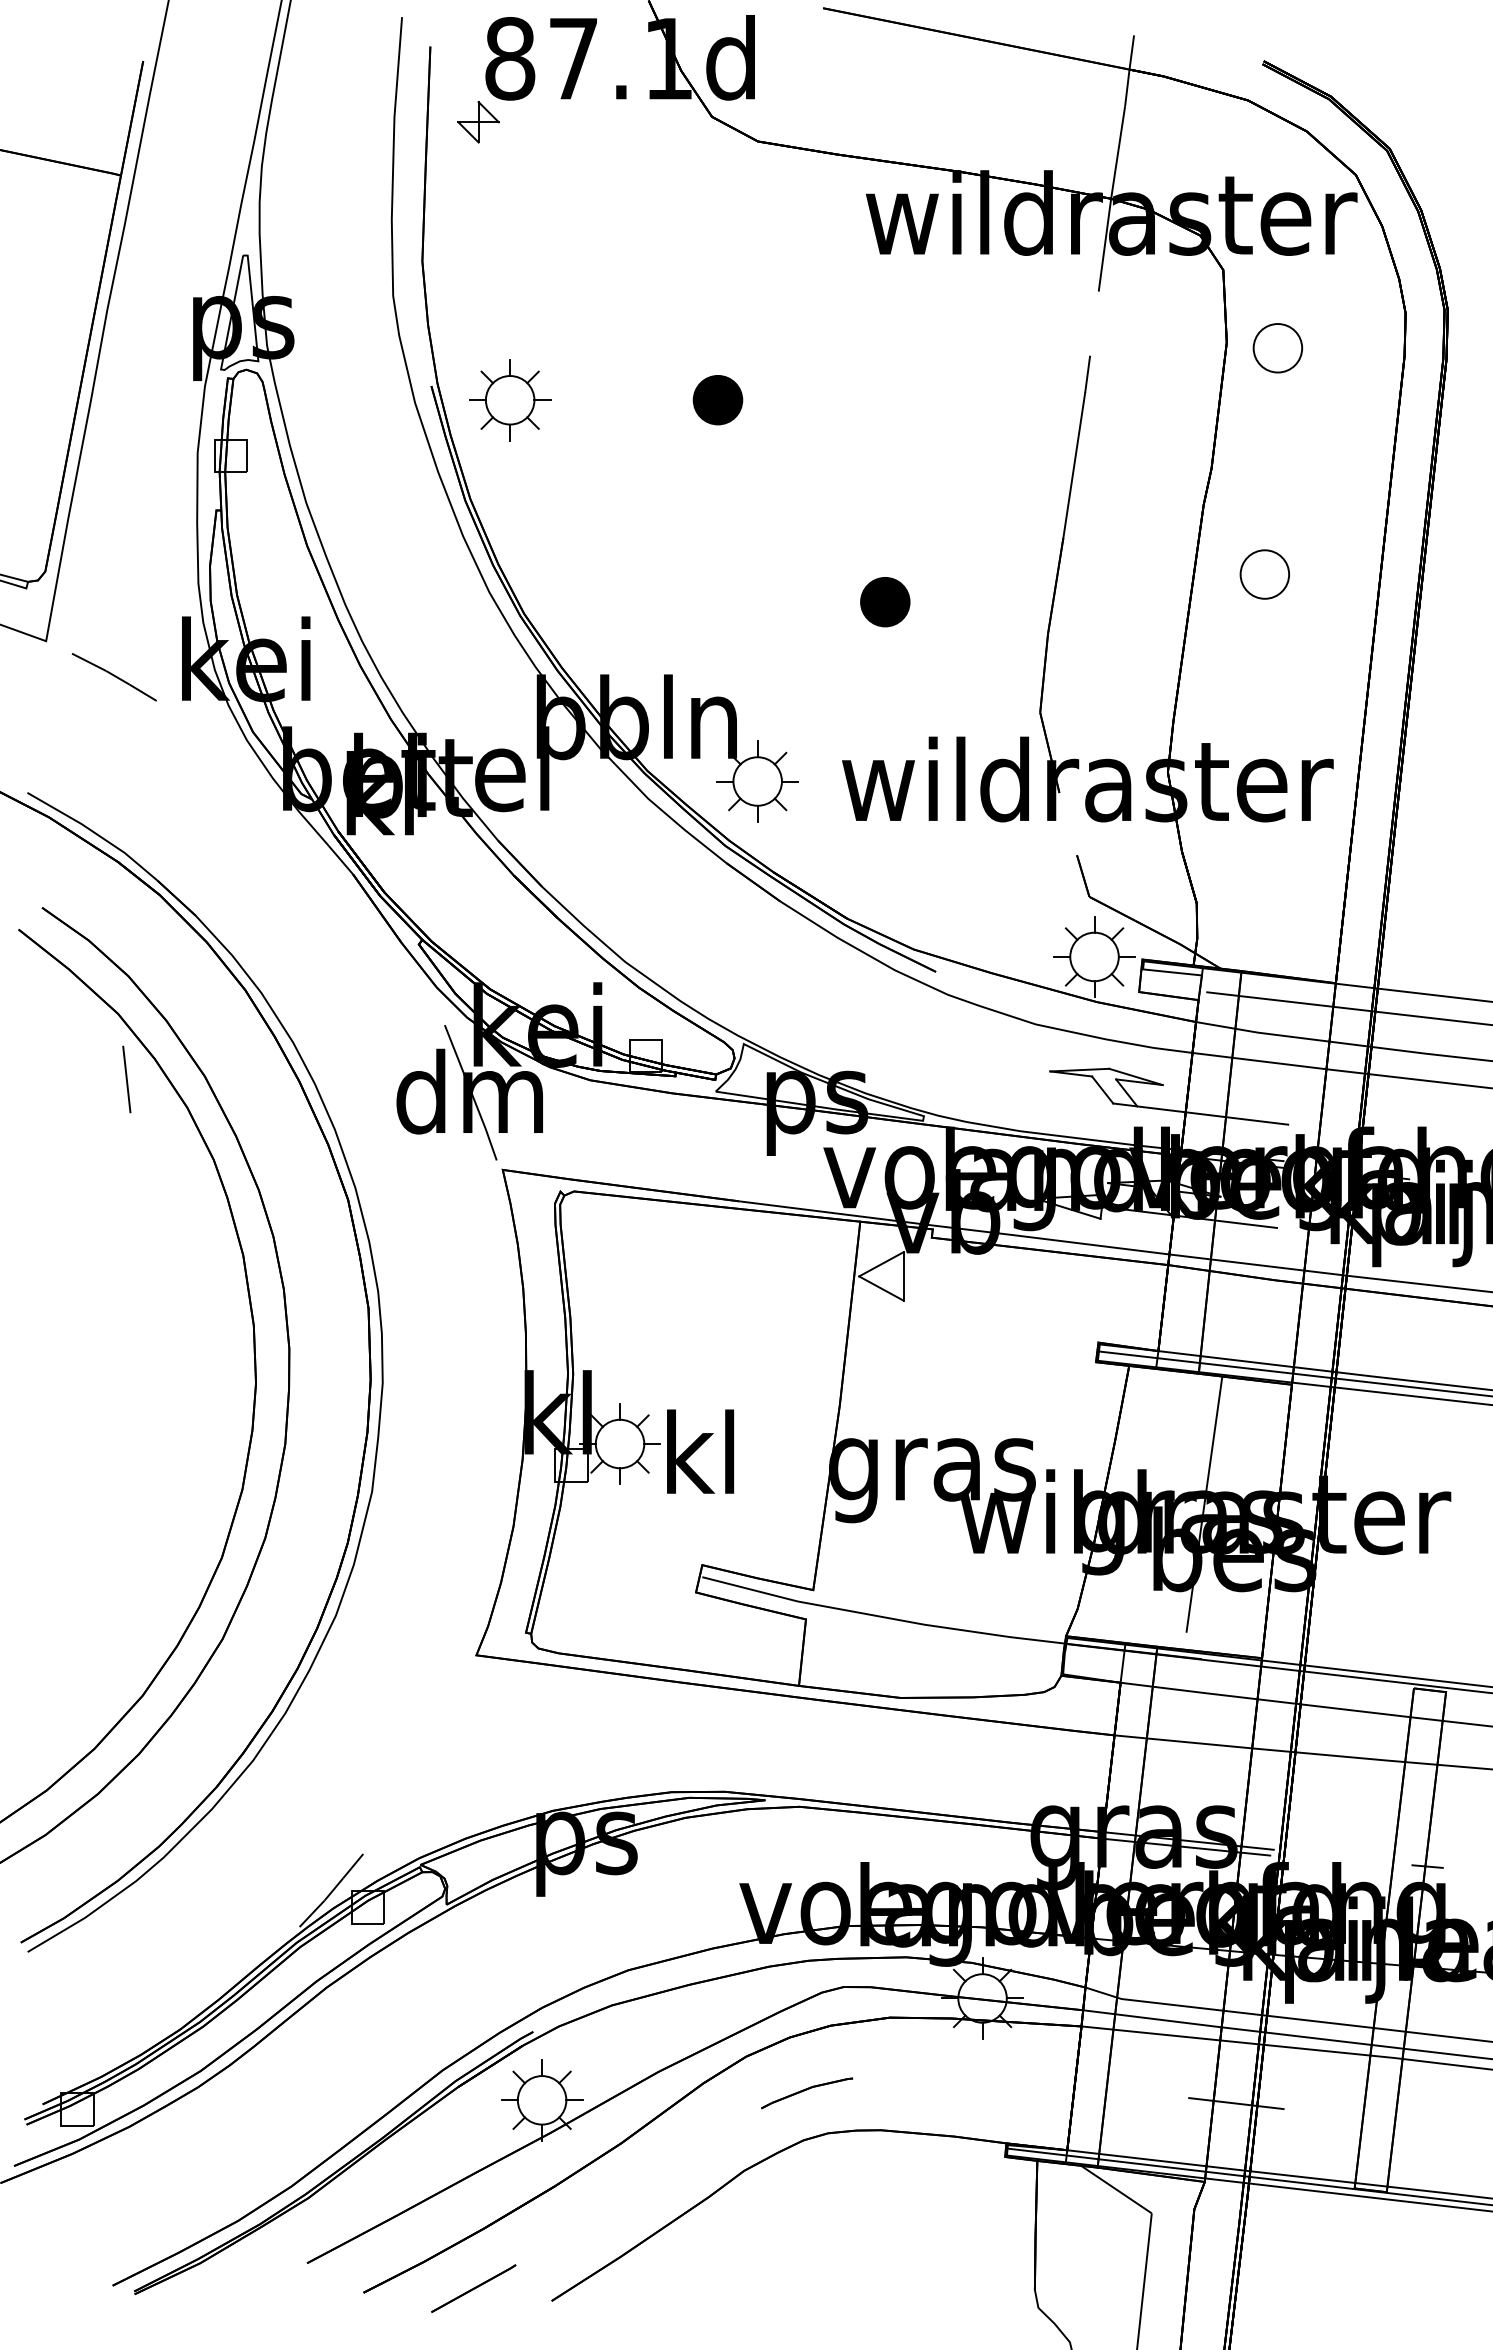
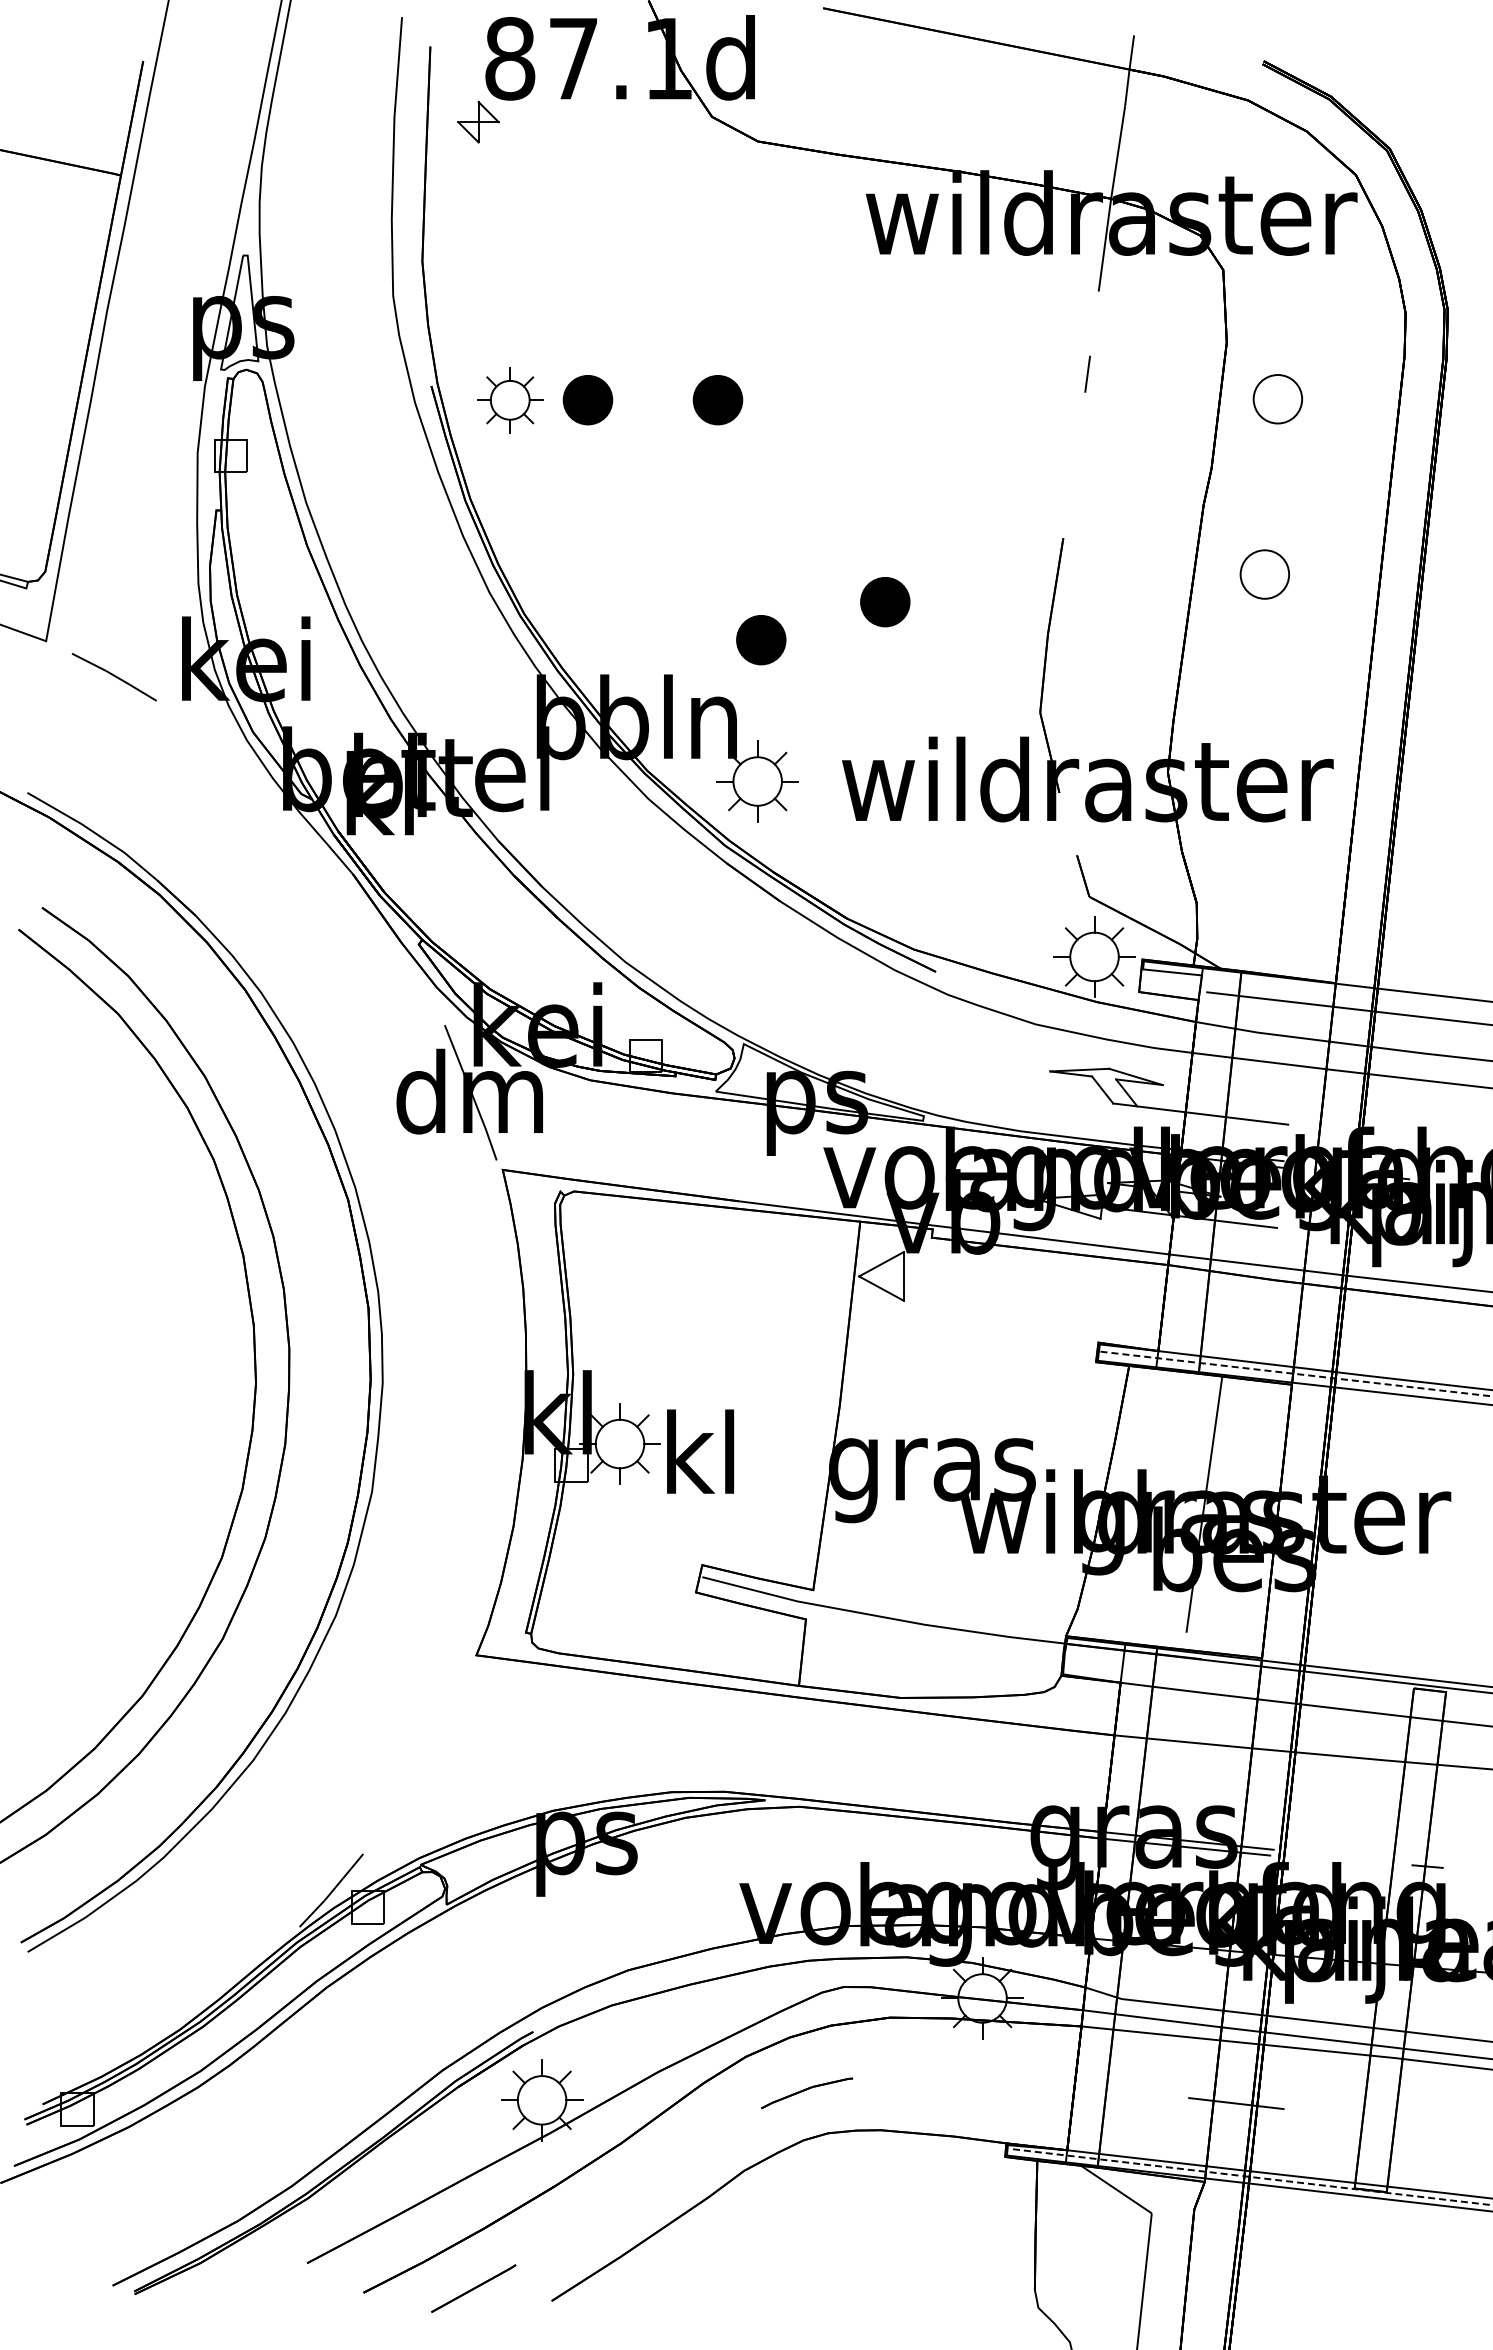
part at (1277, 348) position: (1277, 348) -> (1277, 399)
part at (510, 400) size: 83x83 px -> 67x67 px
part at (587, 400): none -> present
line at (1074, 465): present -> none
part at (761, 640): none -> present
line at (126, 1079): present -> none
line at (1297, 1374): solid -> dashed
line at (1250, 2176): solid -> dashed
